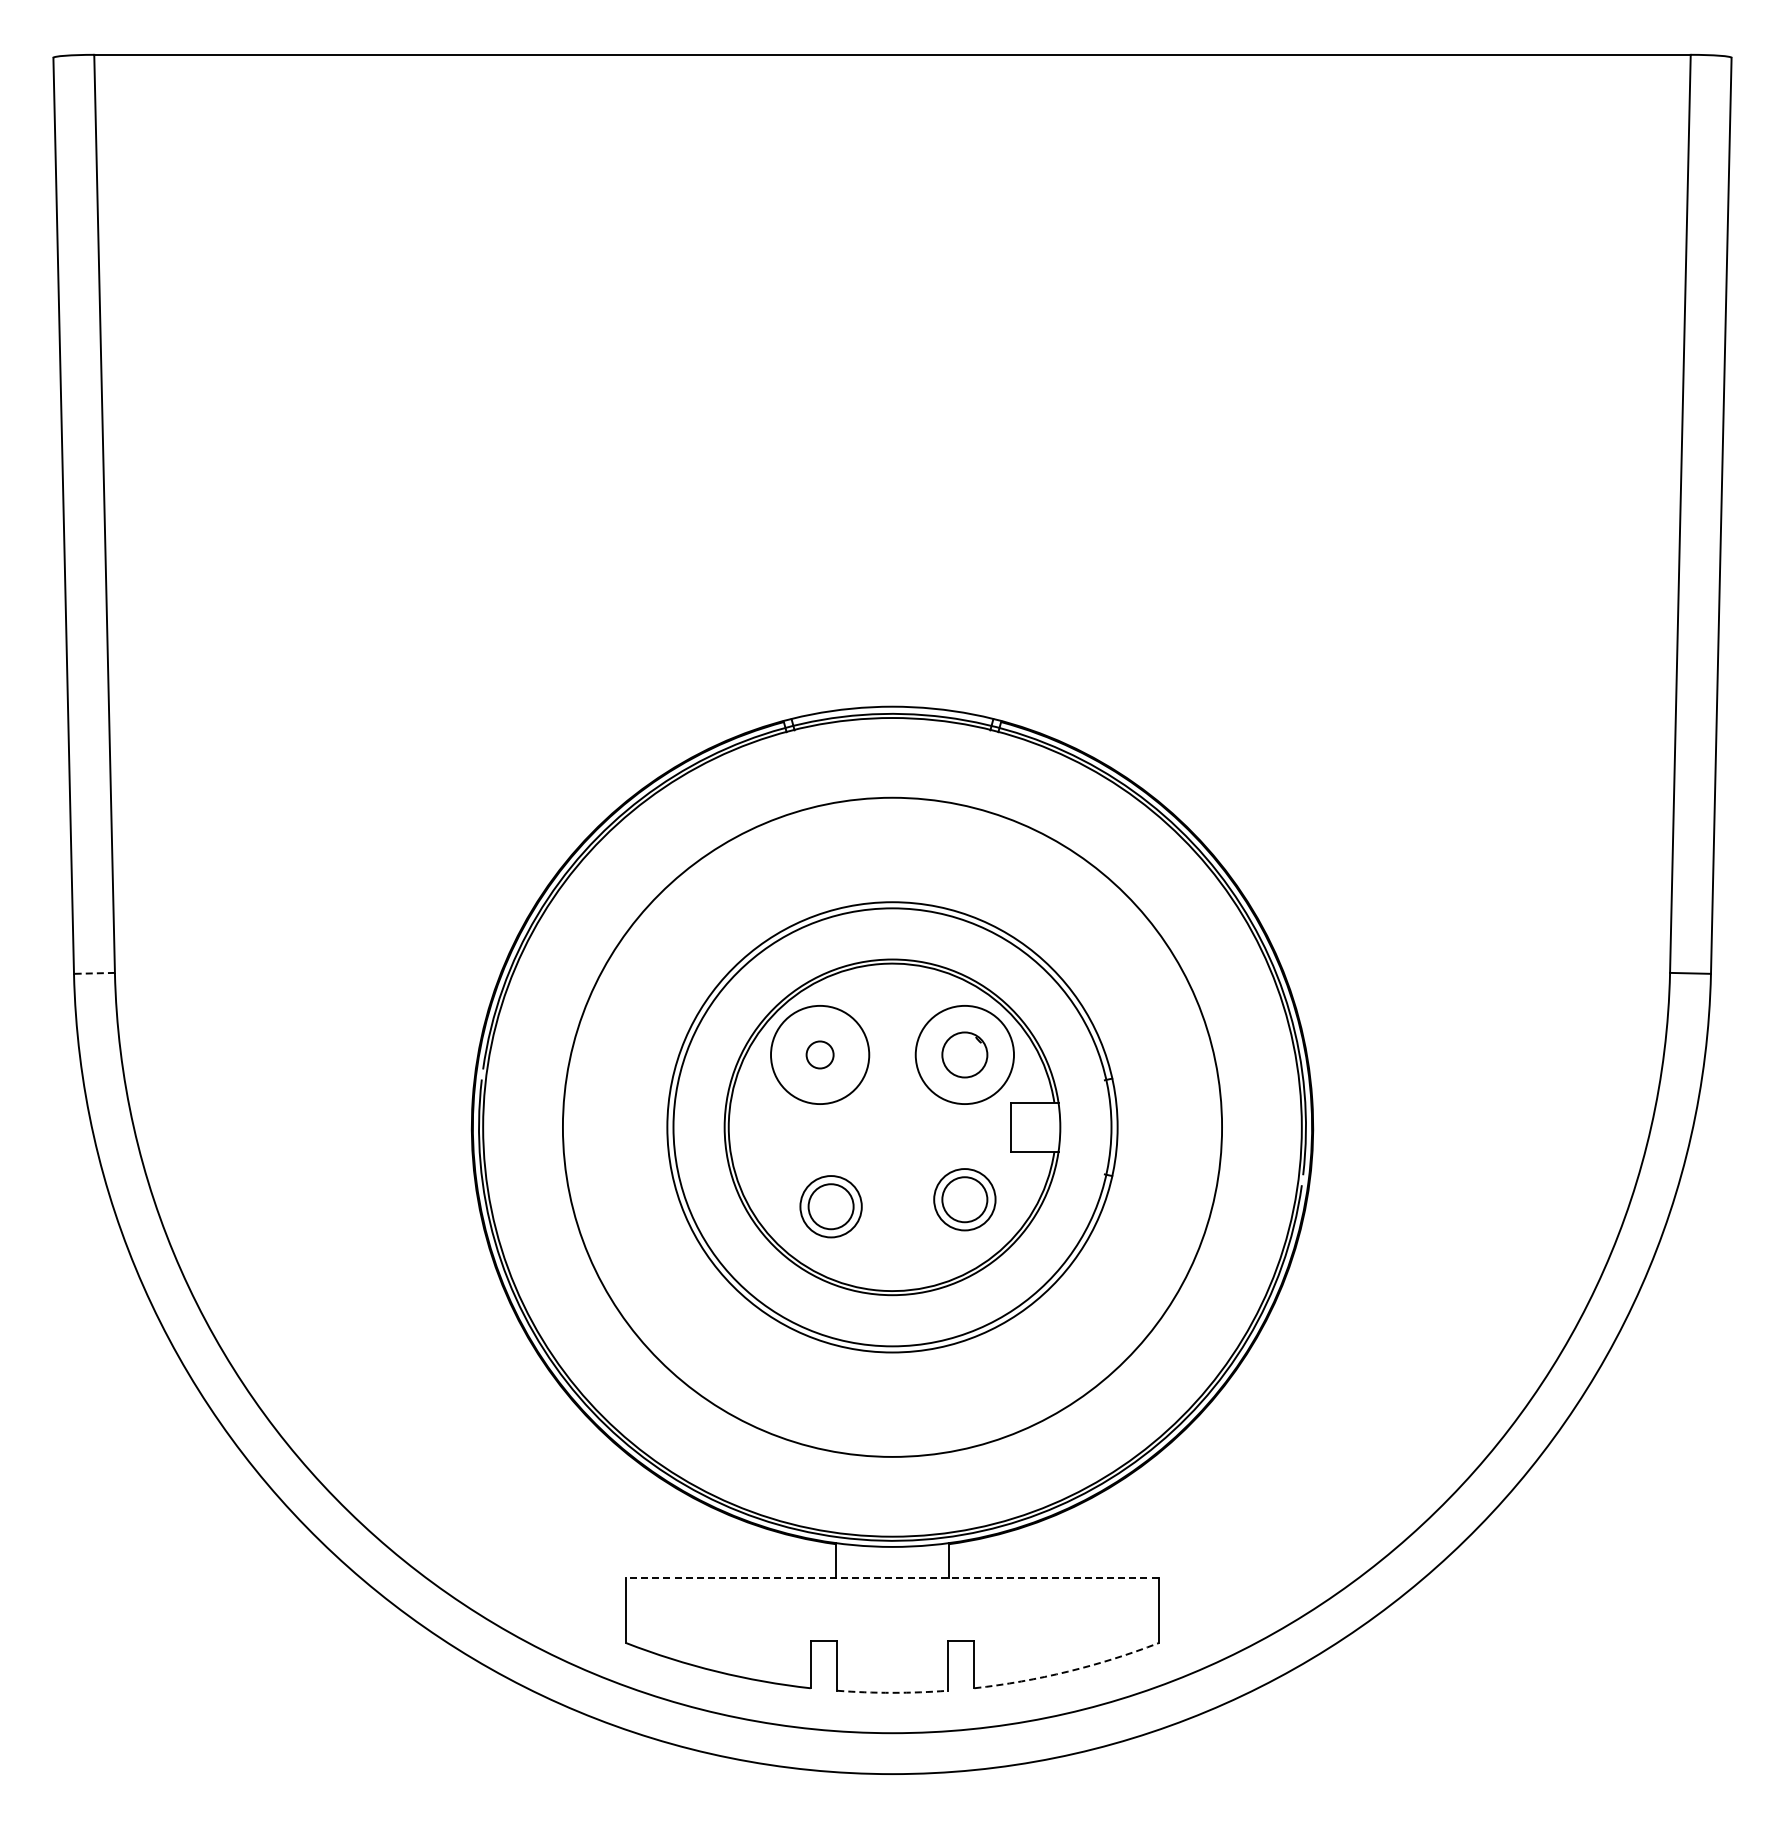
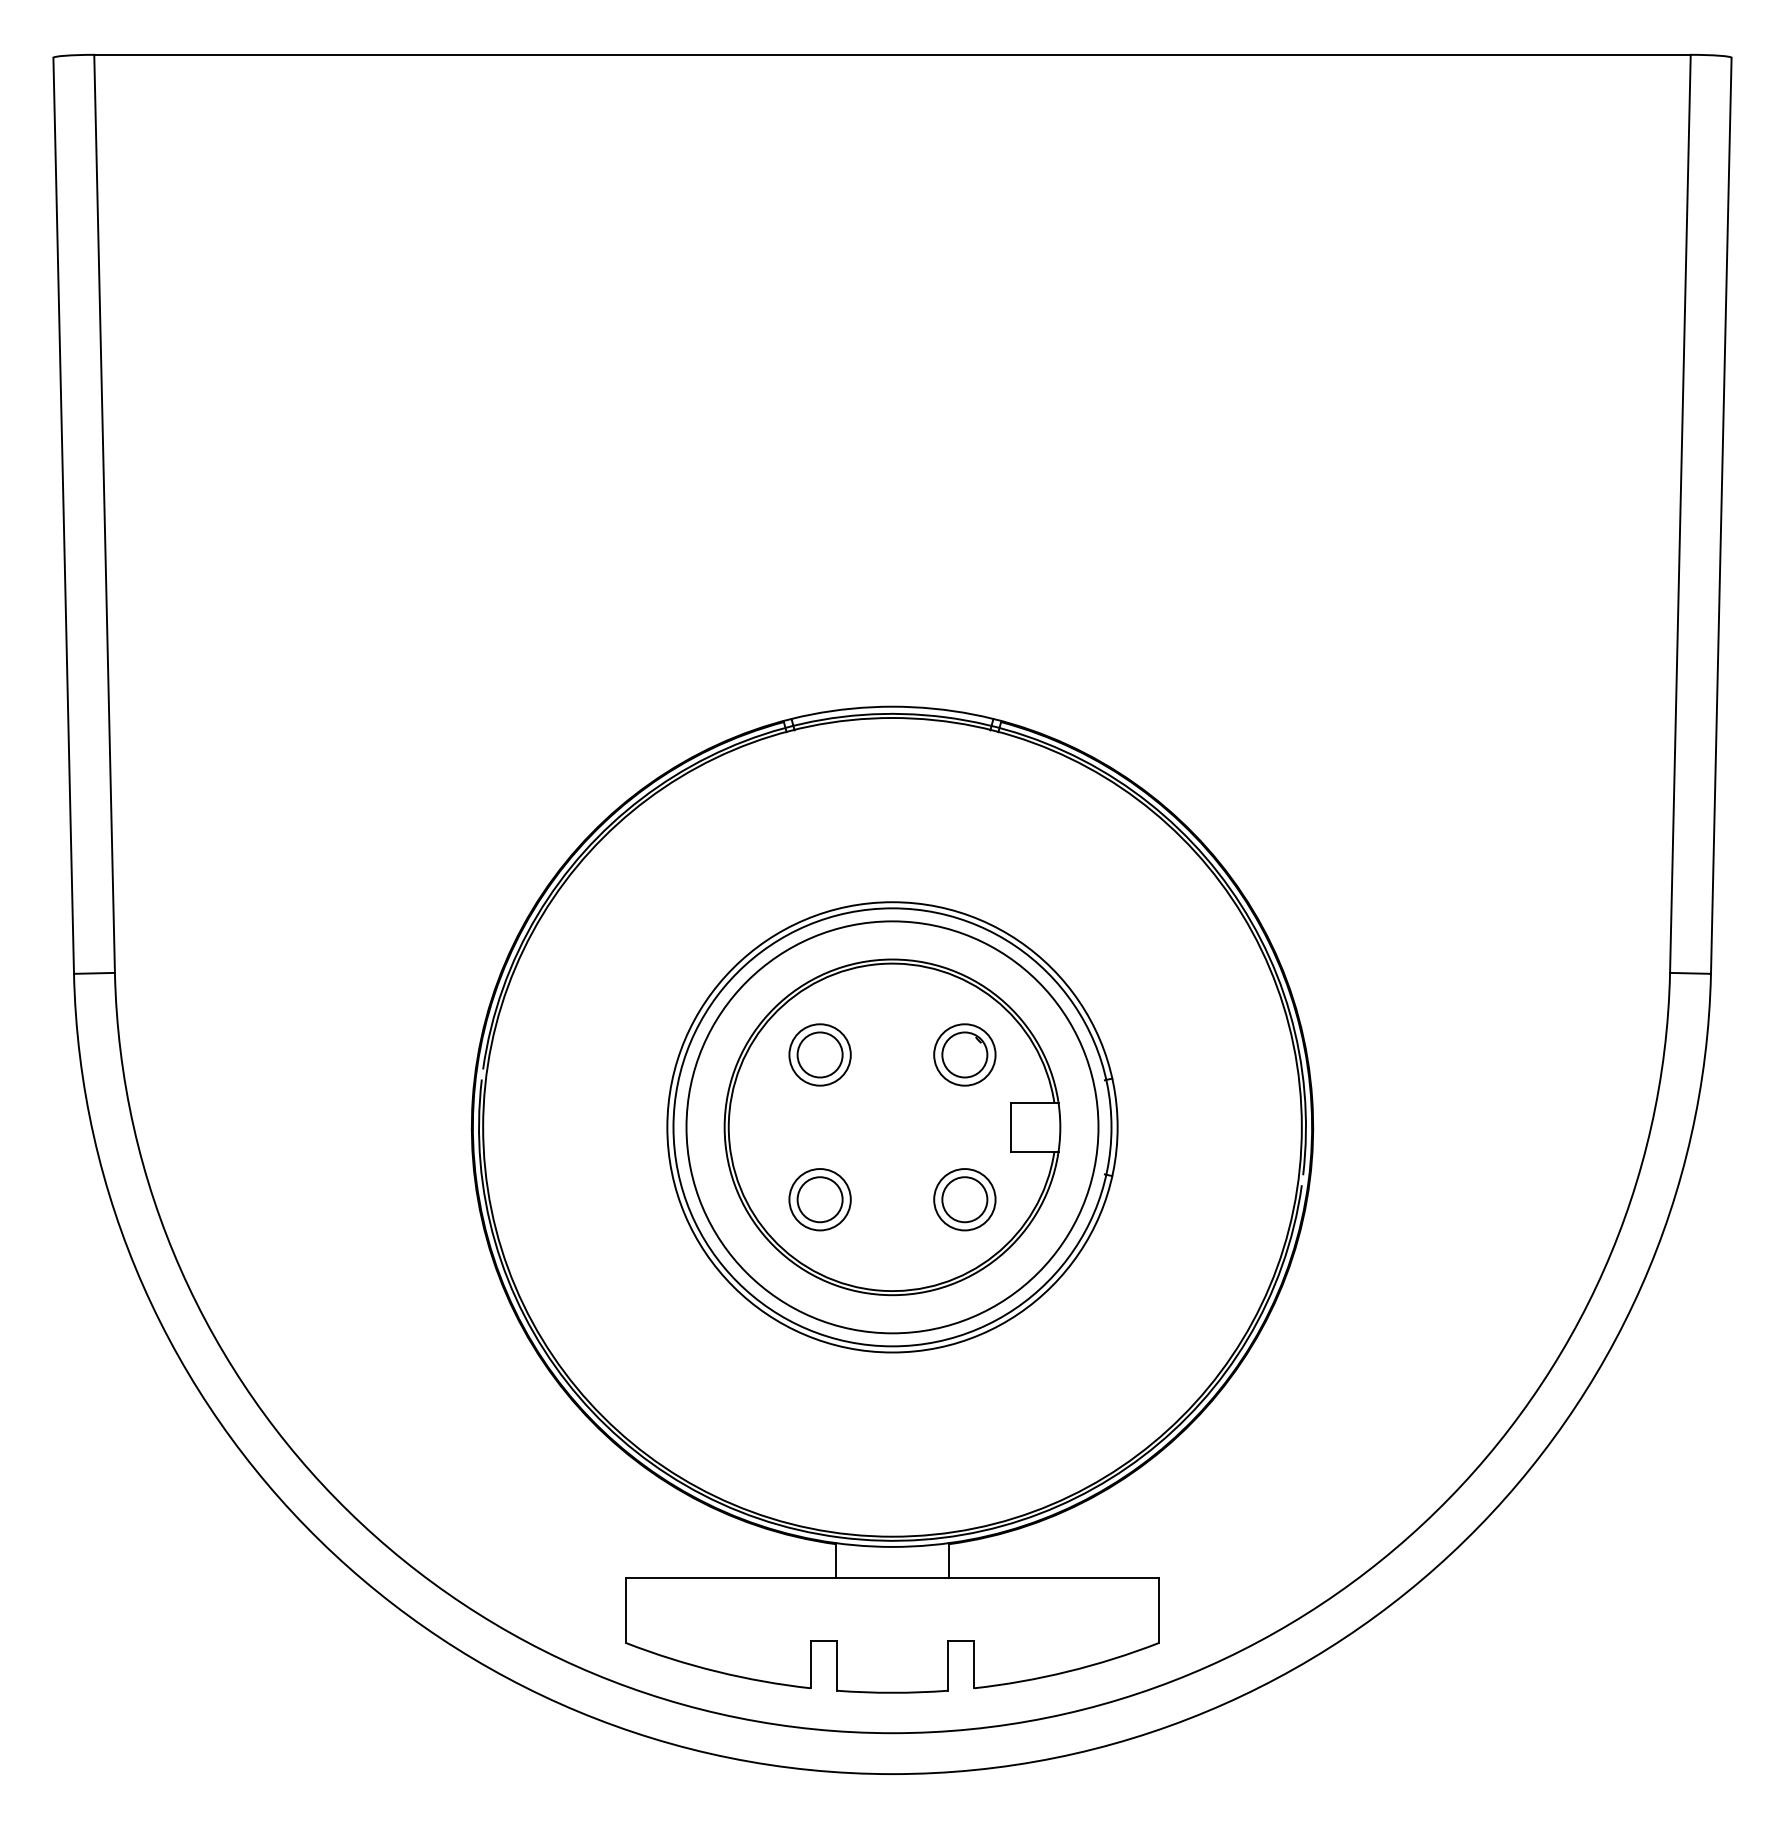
line at (93, 973): dashed -> solid
circle at (819, 1054) diameter: 27 px -> 45 px
circle at (820, 1054) diameter: 98 px -> 61 px
circle at (964, 1054) diameter: 98 px -> 61 px
circle at (892, 1126) diameter: 659 px -> 412 px
part at (830, 1206) position: (830, 1206) -> (819, 1199)
line at (892, 1577): dashed -> solid
arc at (1067, 1671): dashed -> solid
arc at (892, 1692): dashed -> solid
